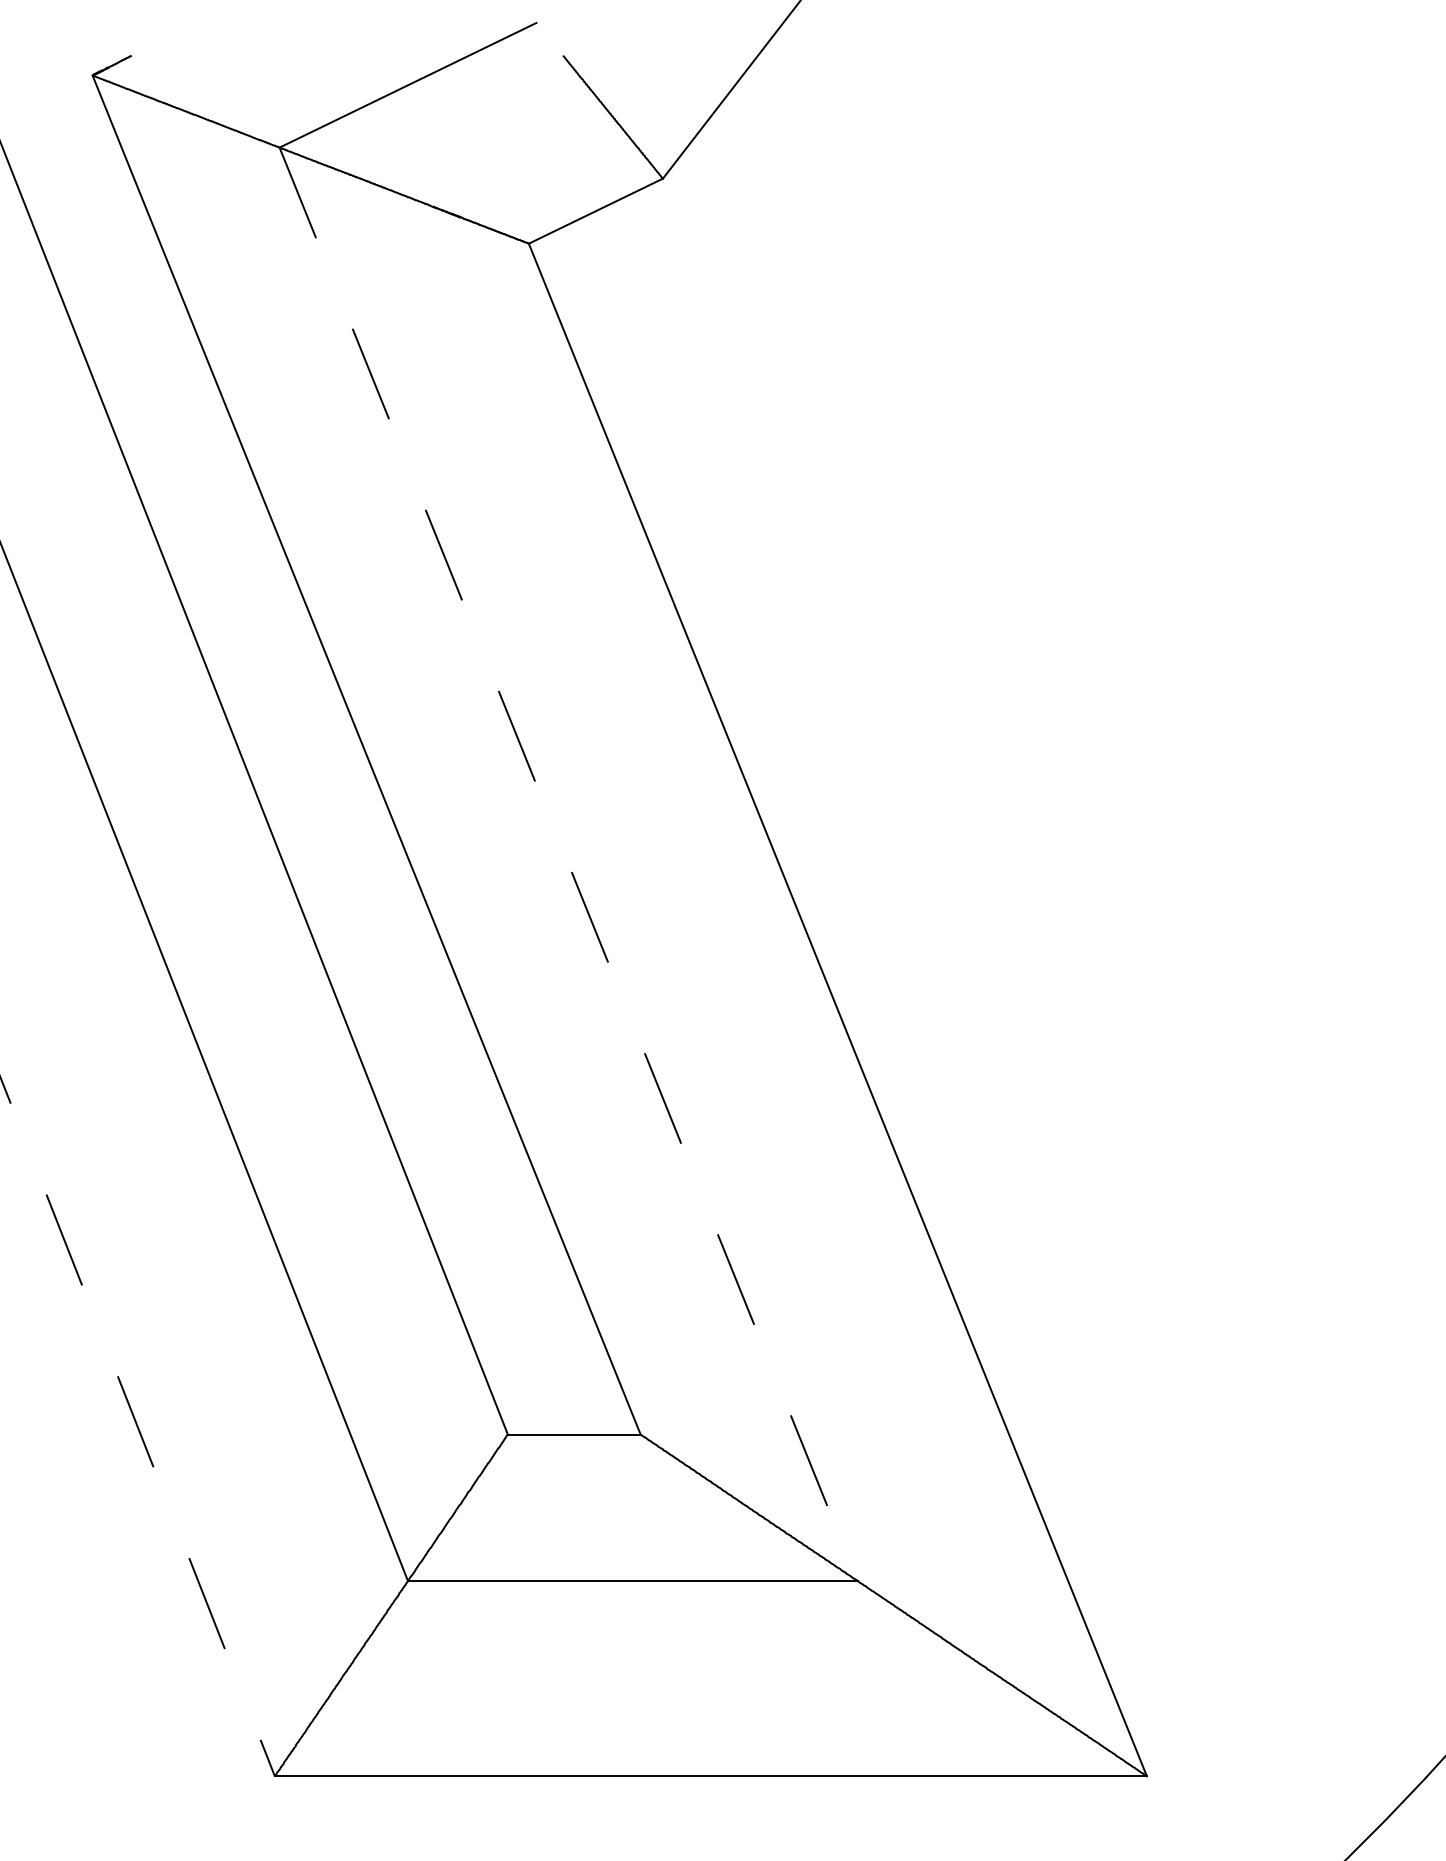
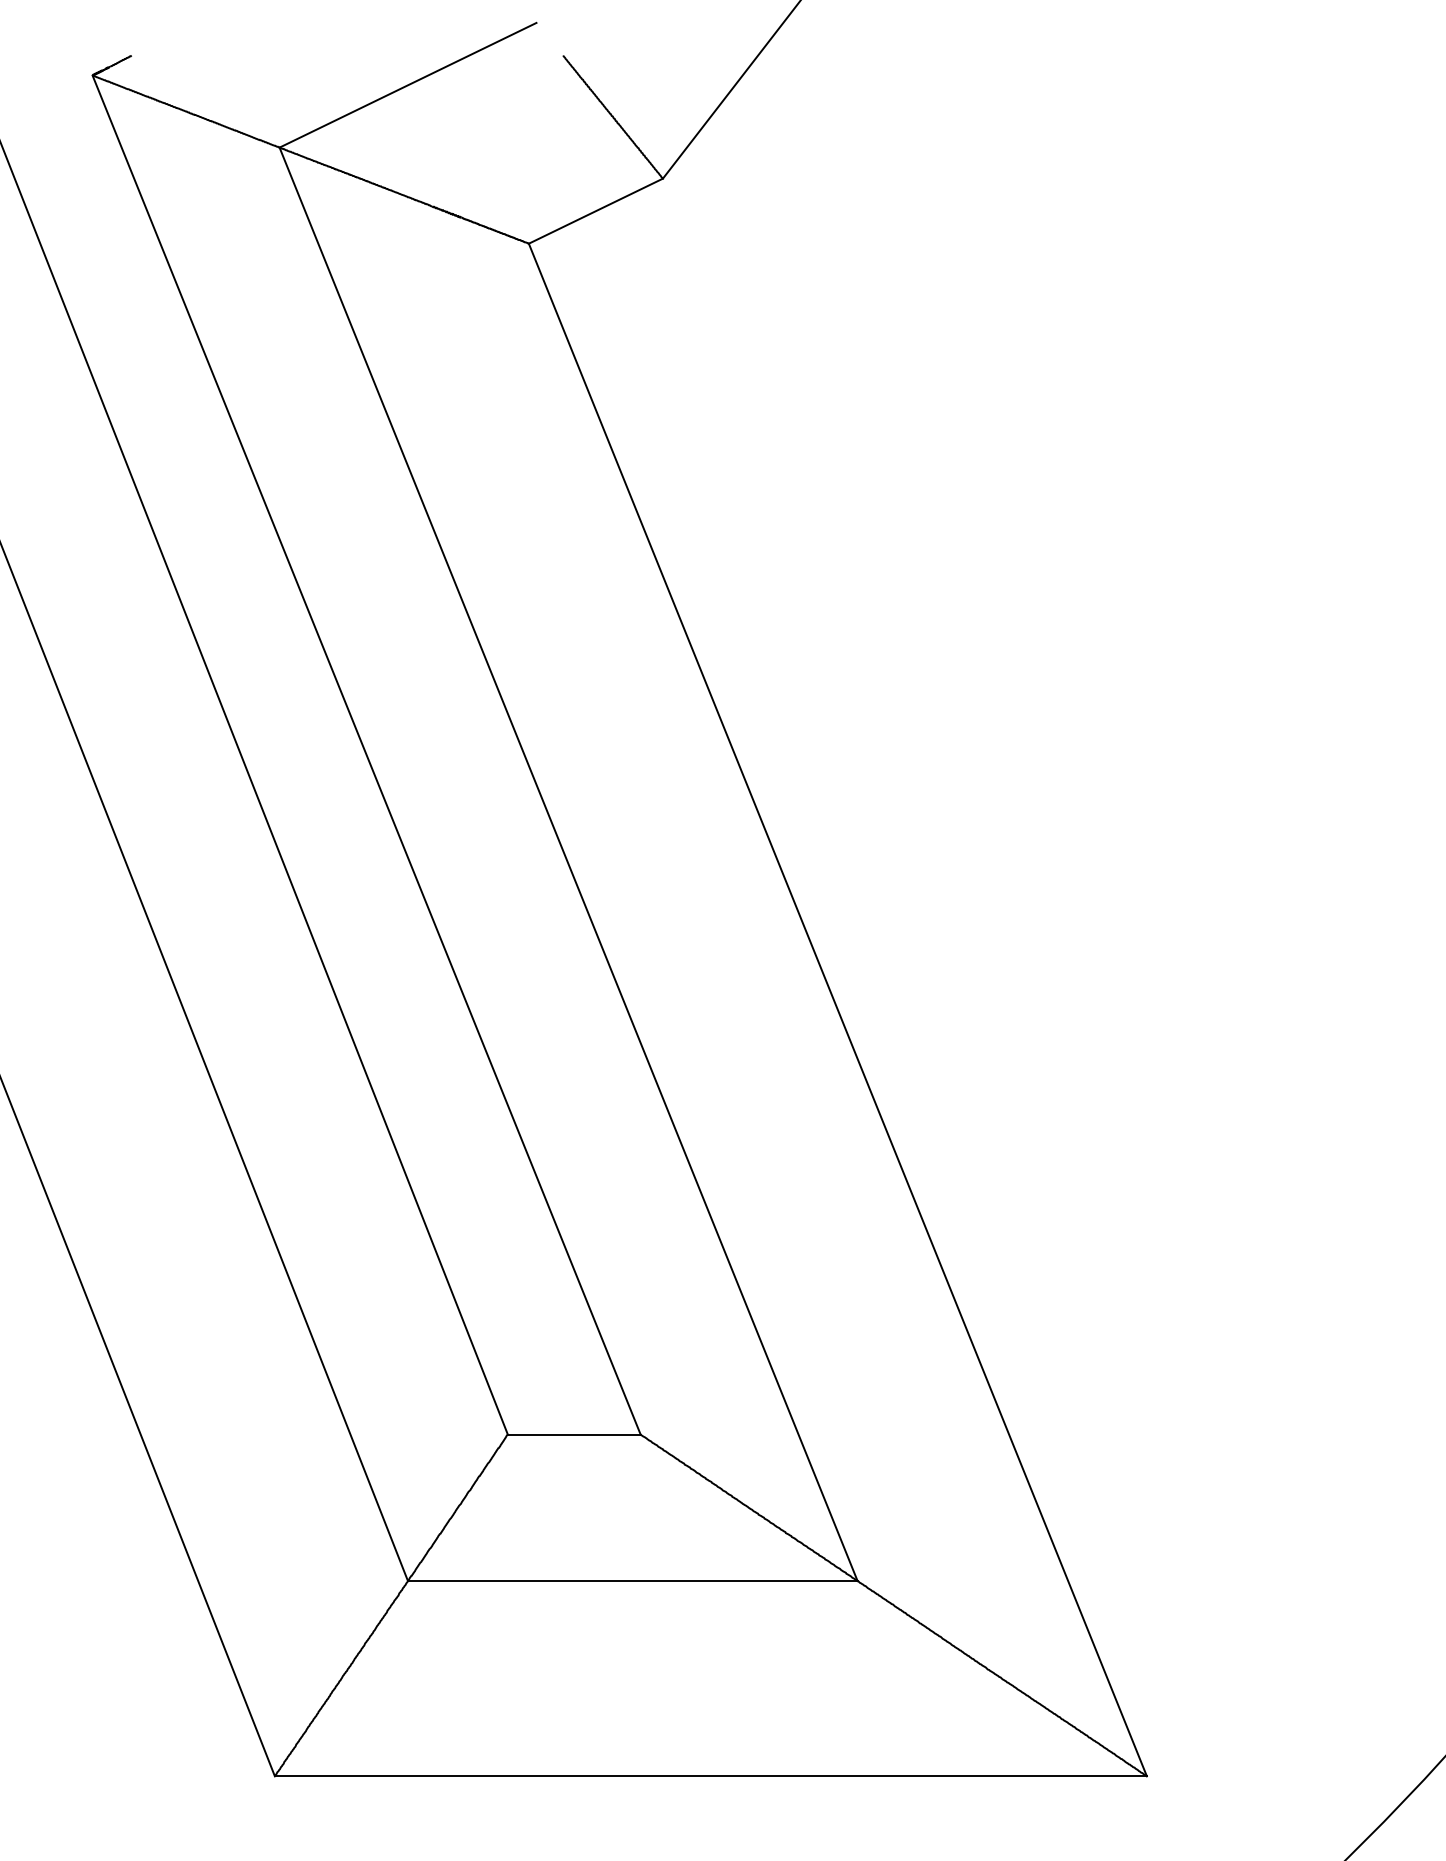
line at (568, 864): dashed -> solid
line at (137, 1426): dashed -> solid
